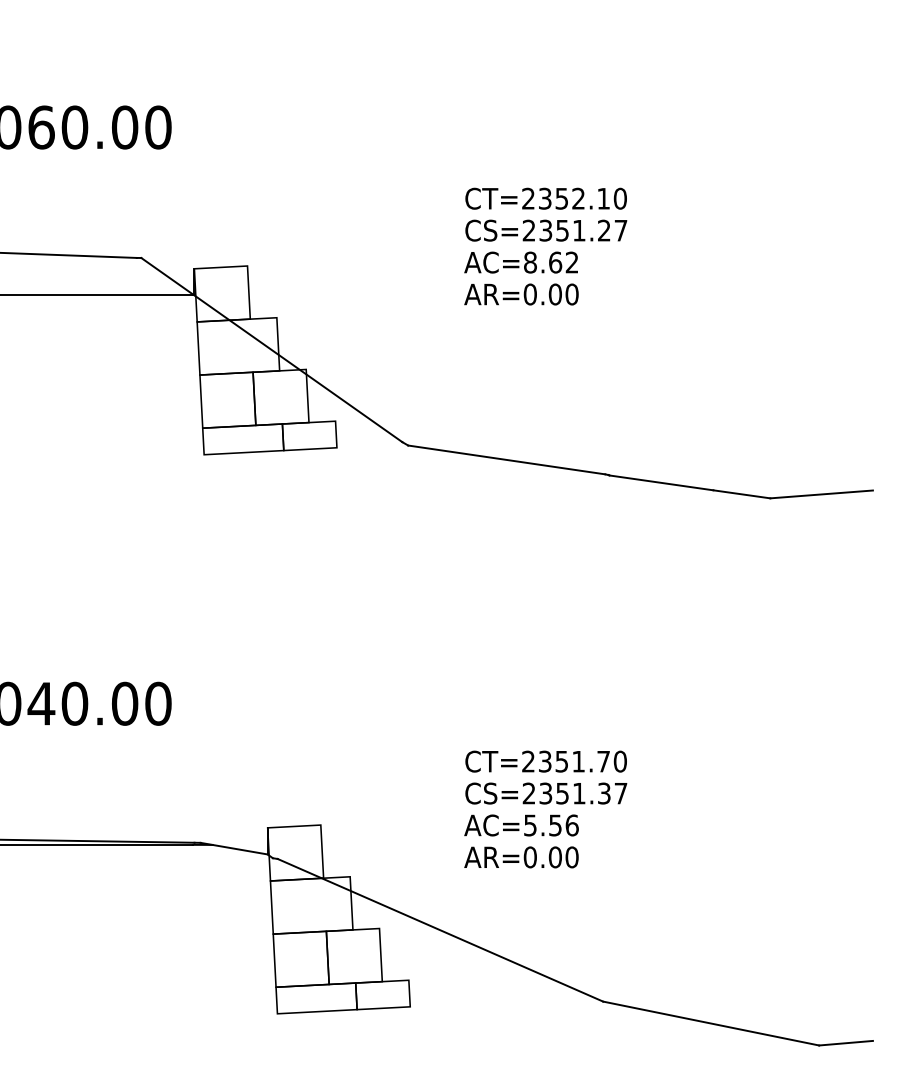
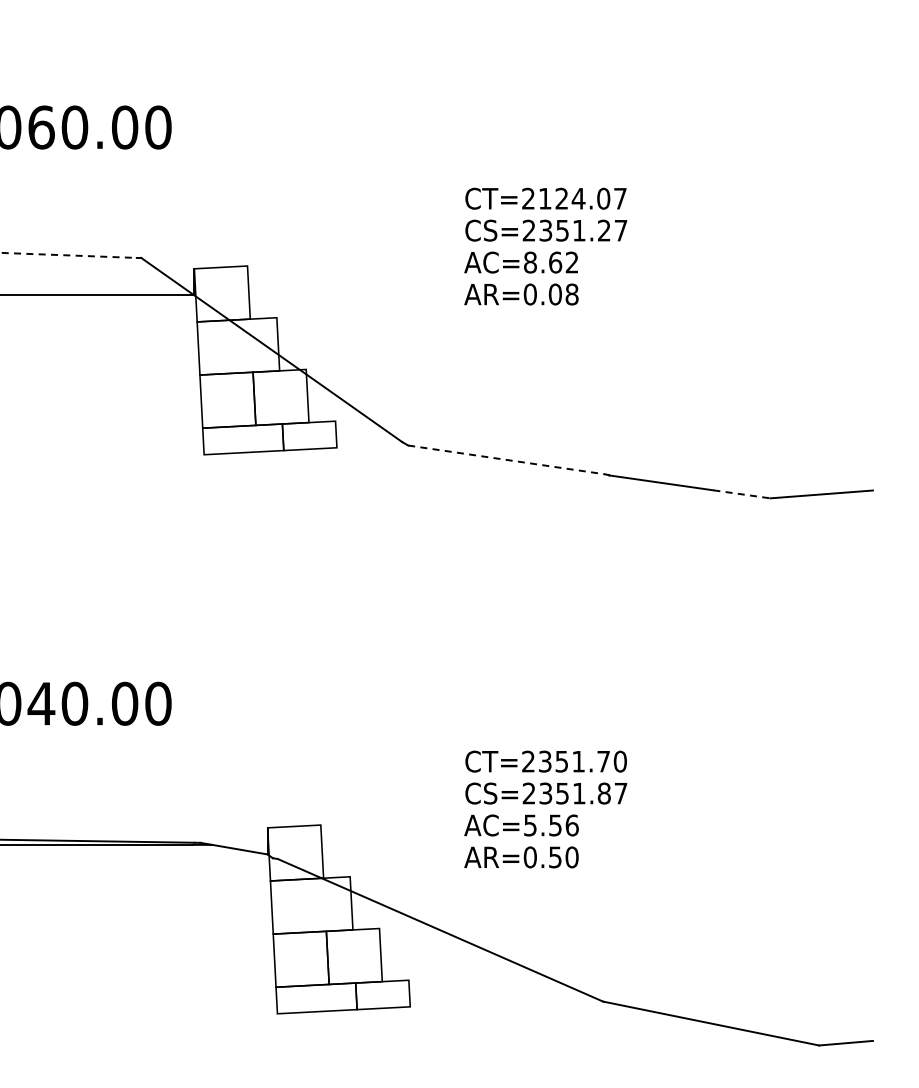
text at (582, 198): CT=2352.10 -> CT=2124.07
line at (69, 255): solid -> dashed
text at (571, 294): AR=0.00 -> AR=0.08
line at (506, 459): solid -> dashed
line at (741, 494): solid -> dashed
text at (603, 793): CS=2351.37 -> CS=2351.87
text at (554, 857): AR=0.00 -> AR=0.50
